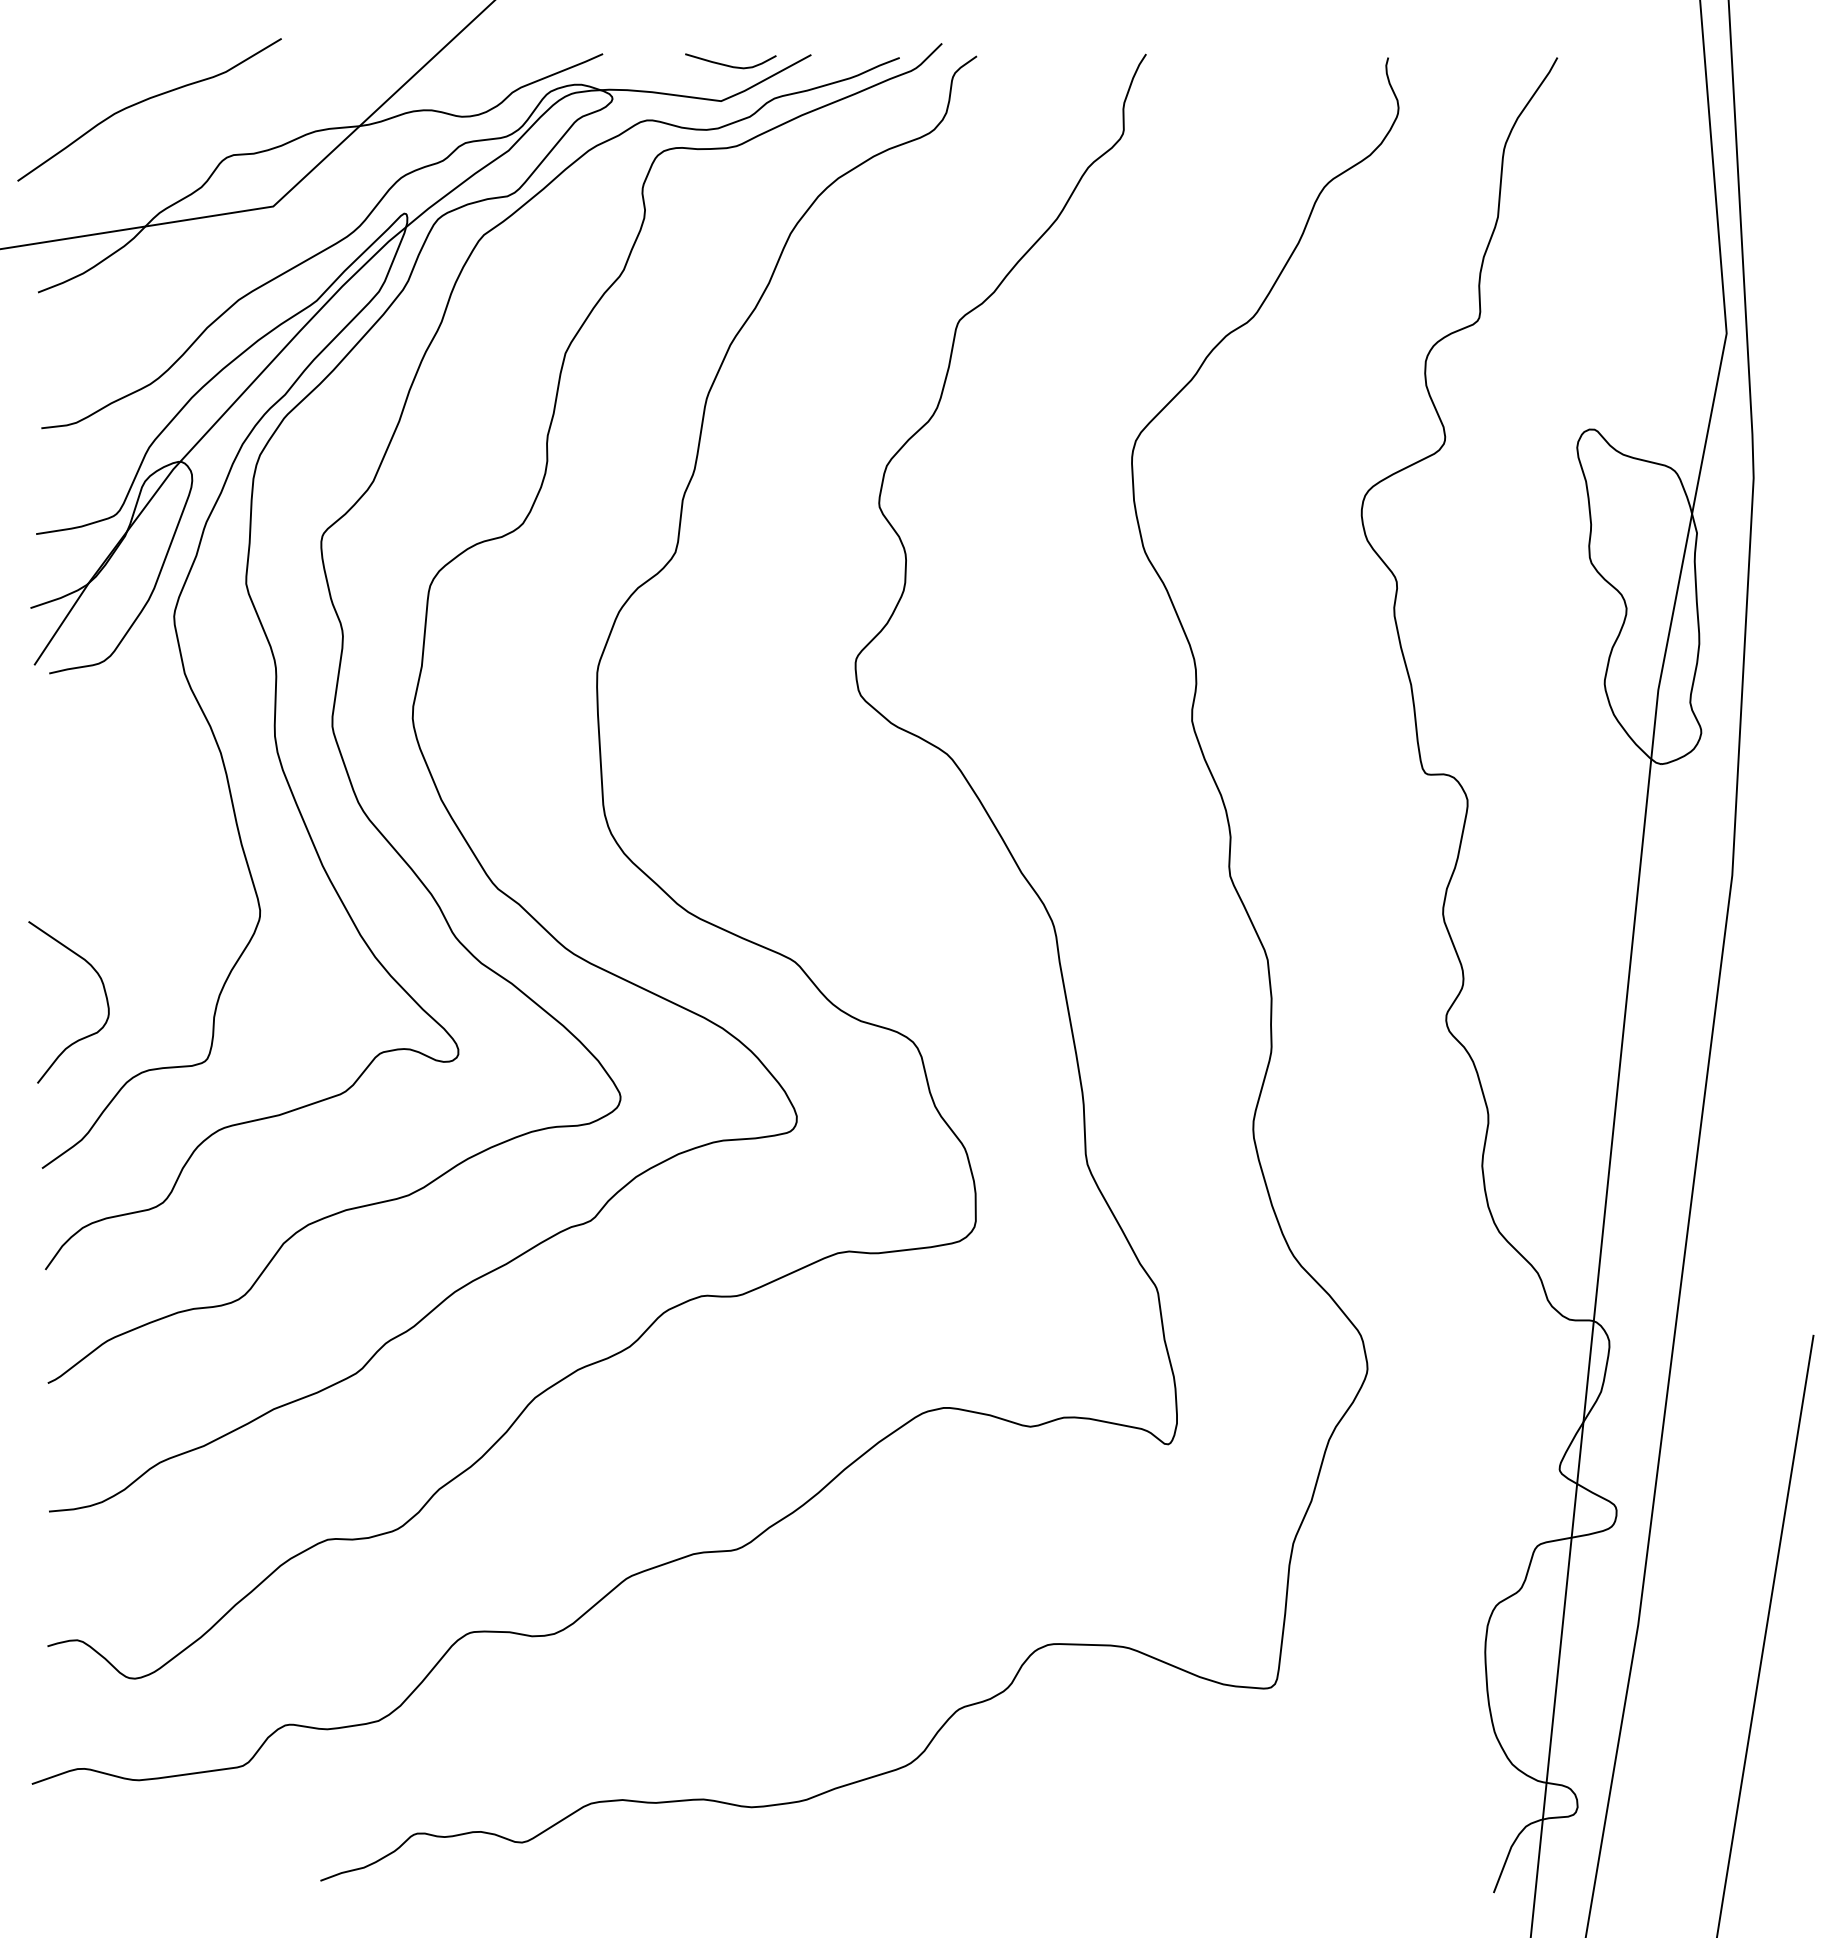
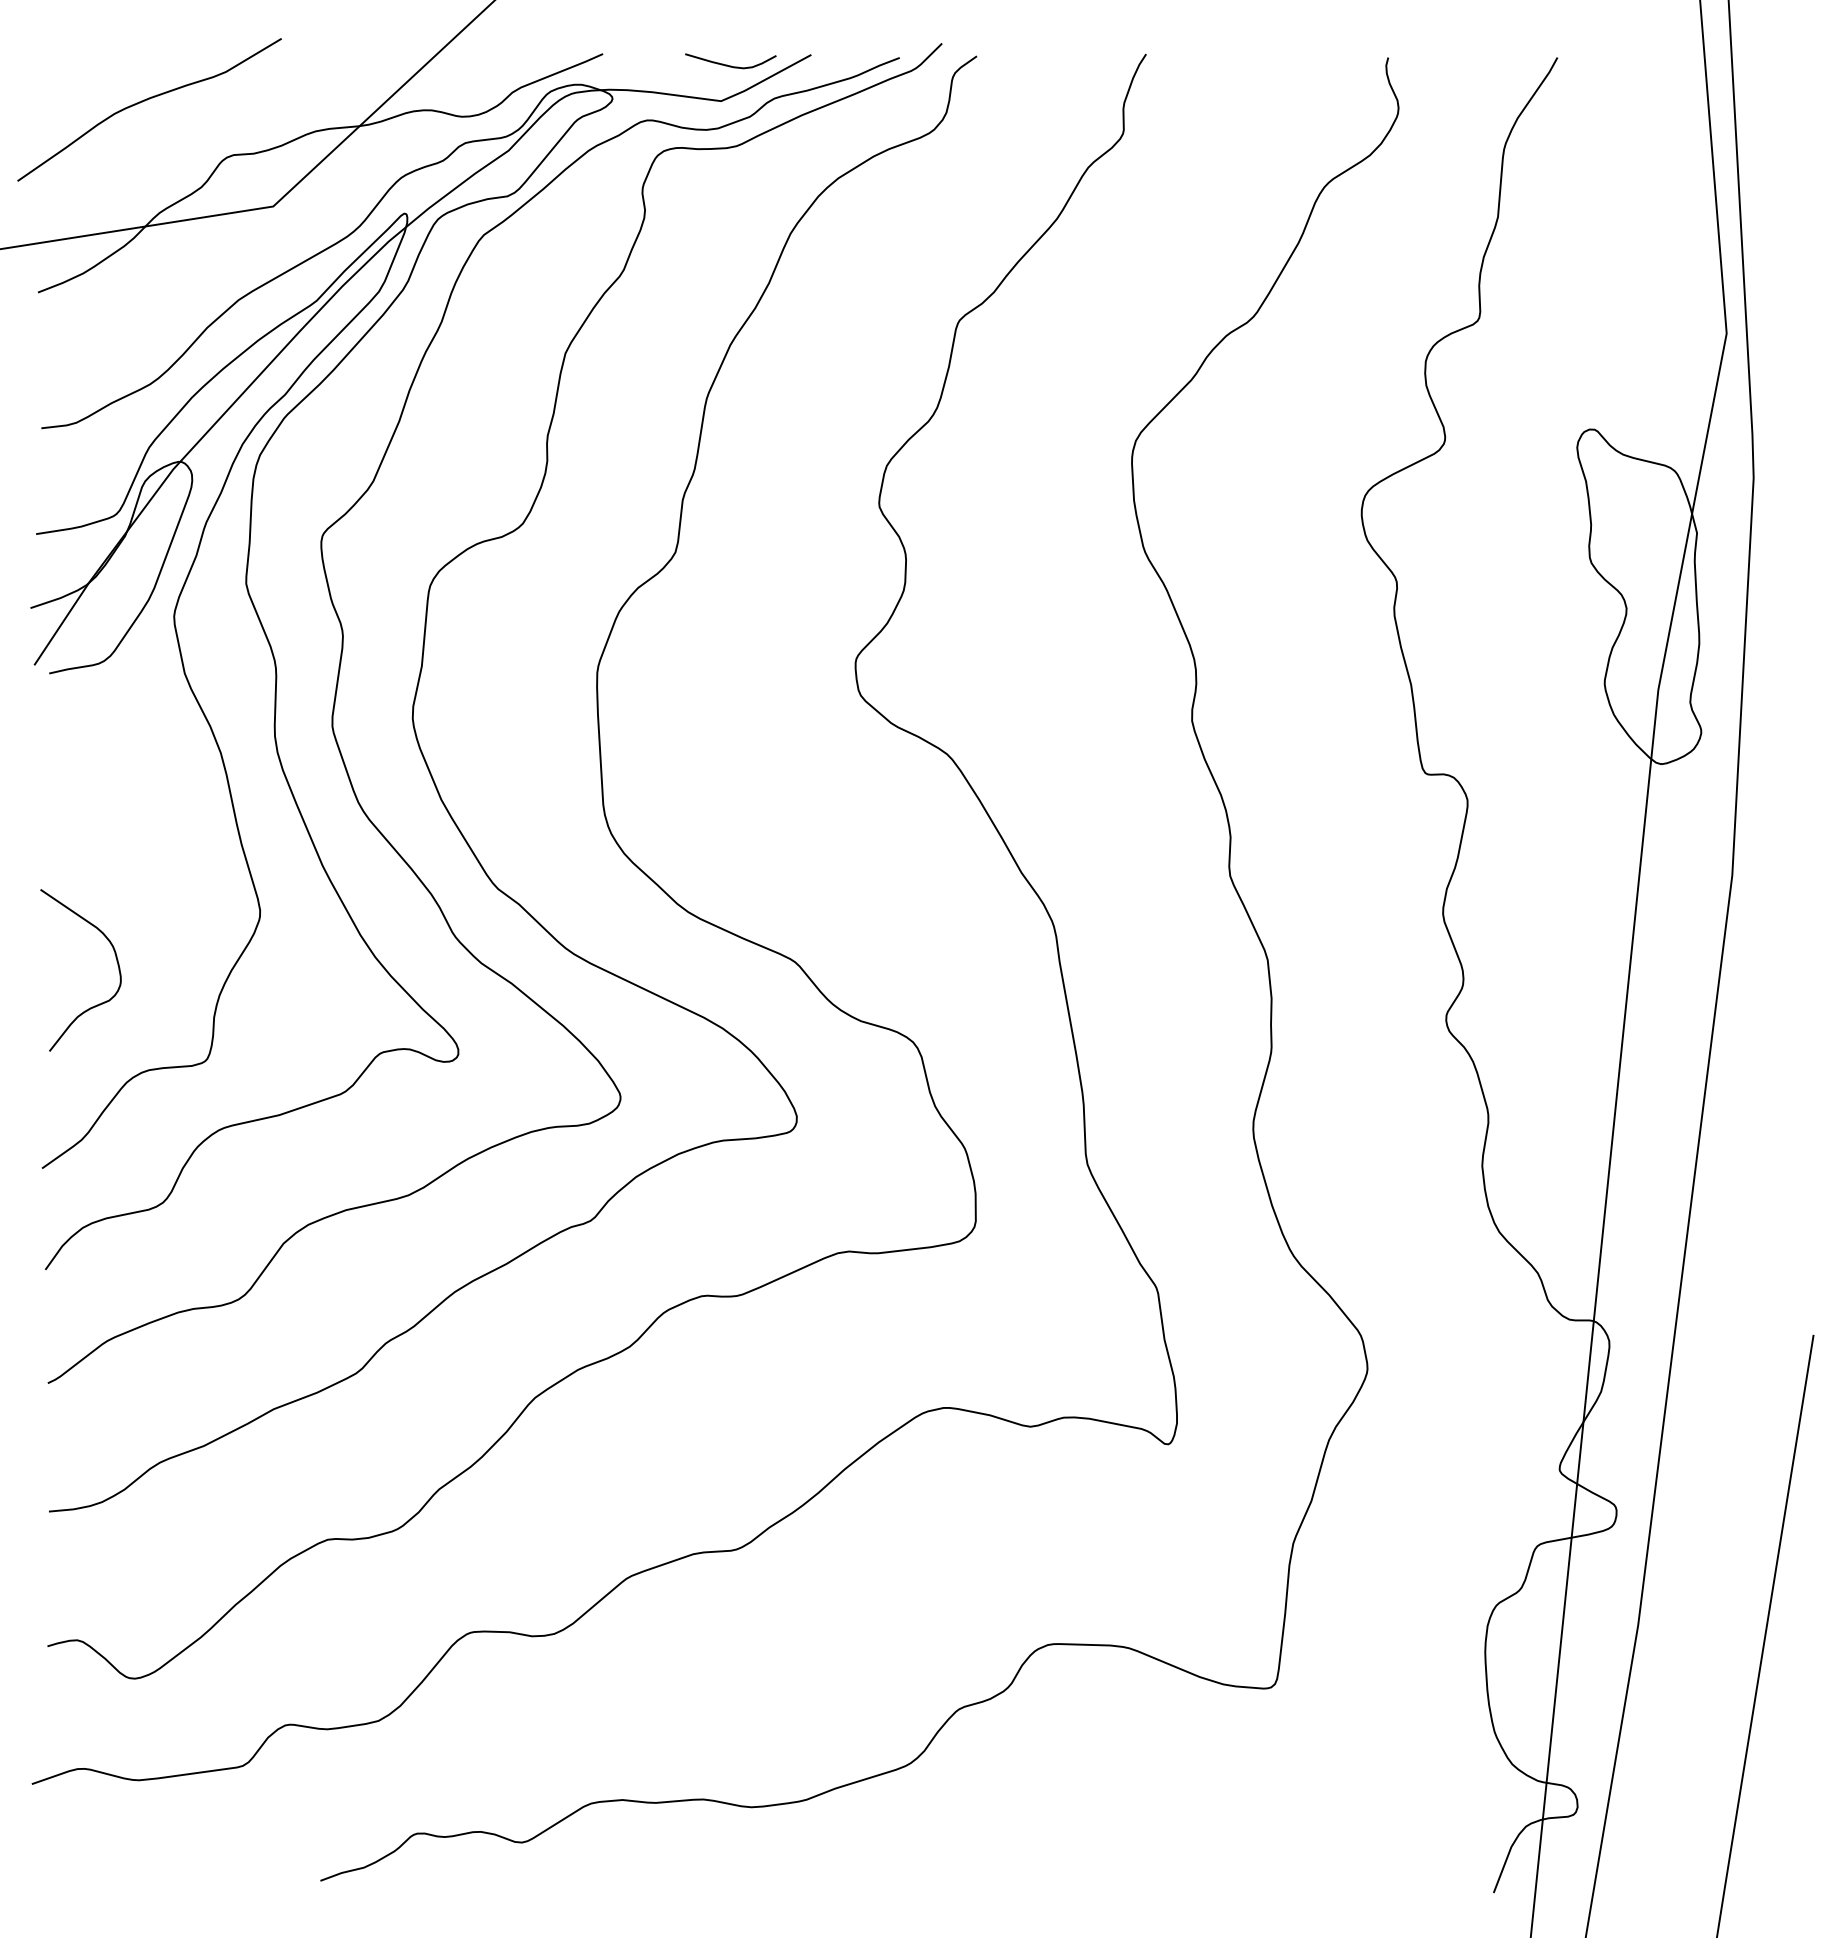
curve at (104, 993) position: (104, 993) -> (116, 961)
